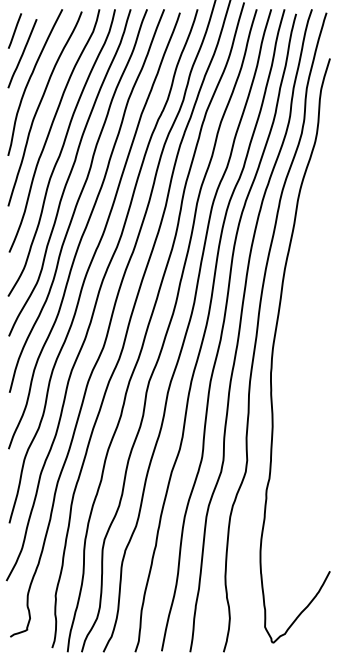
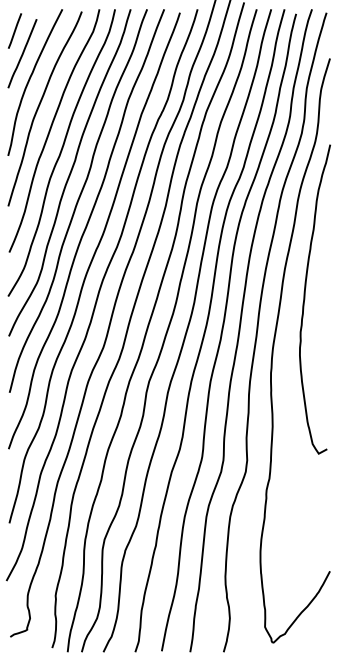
curve at (305, 299): none -> present
